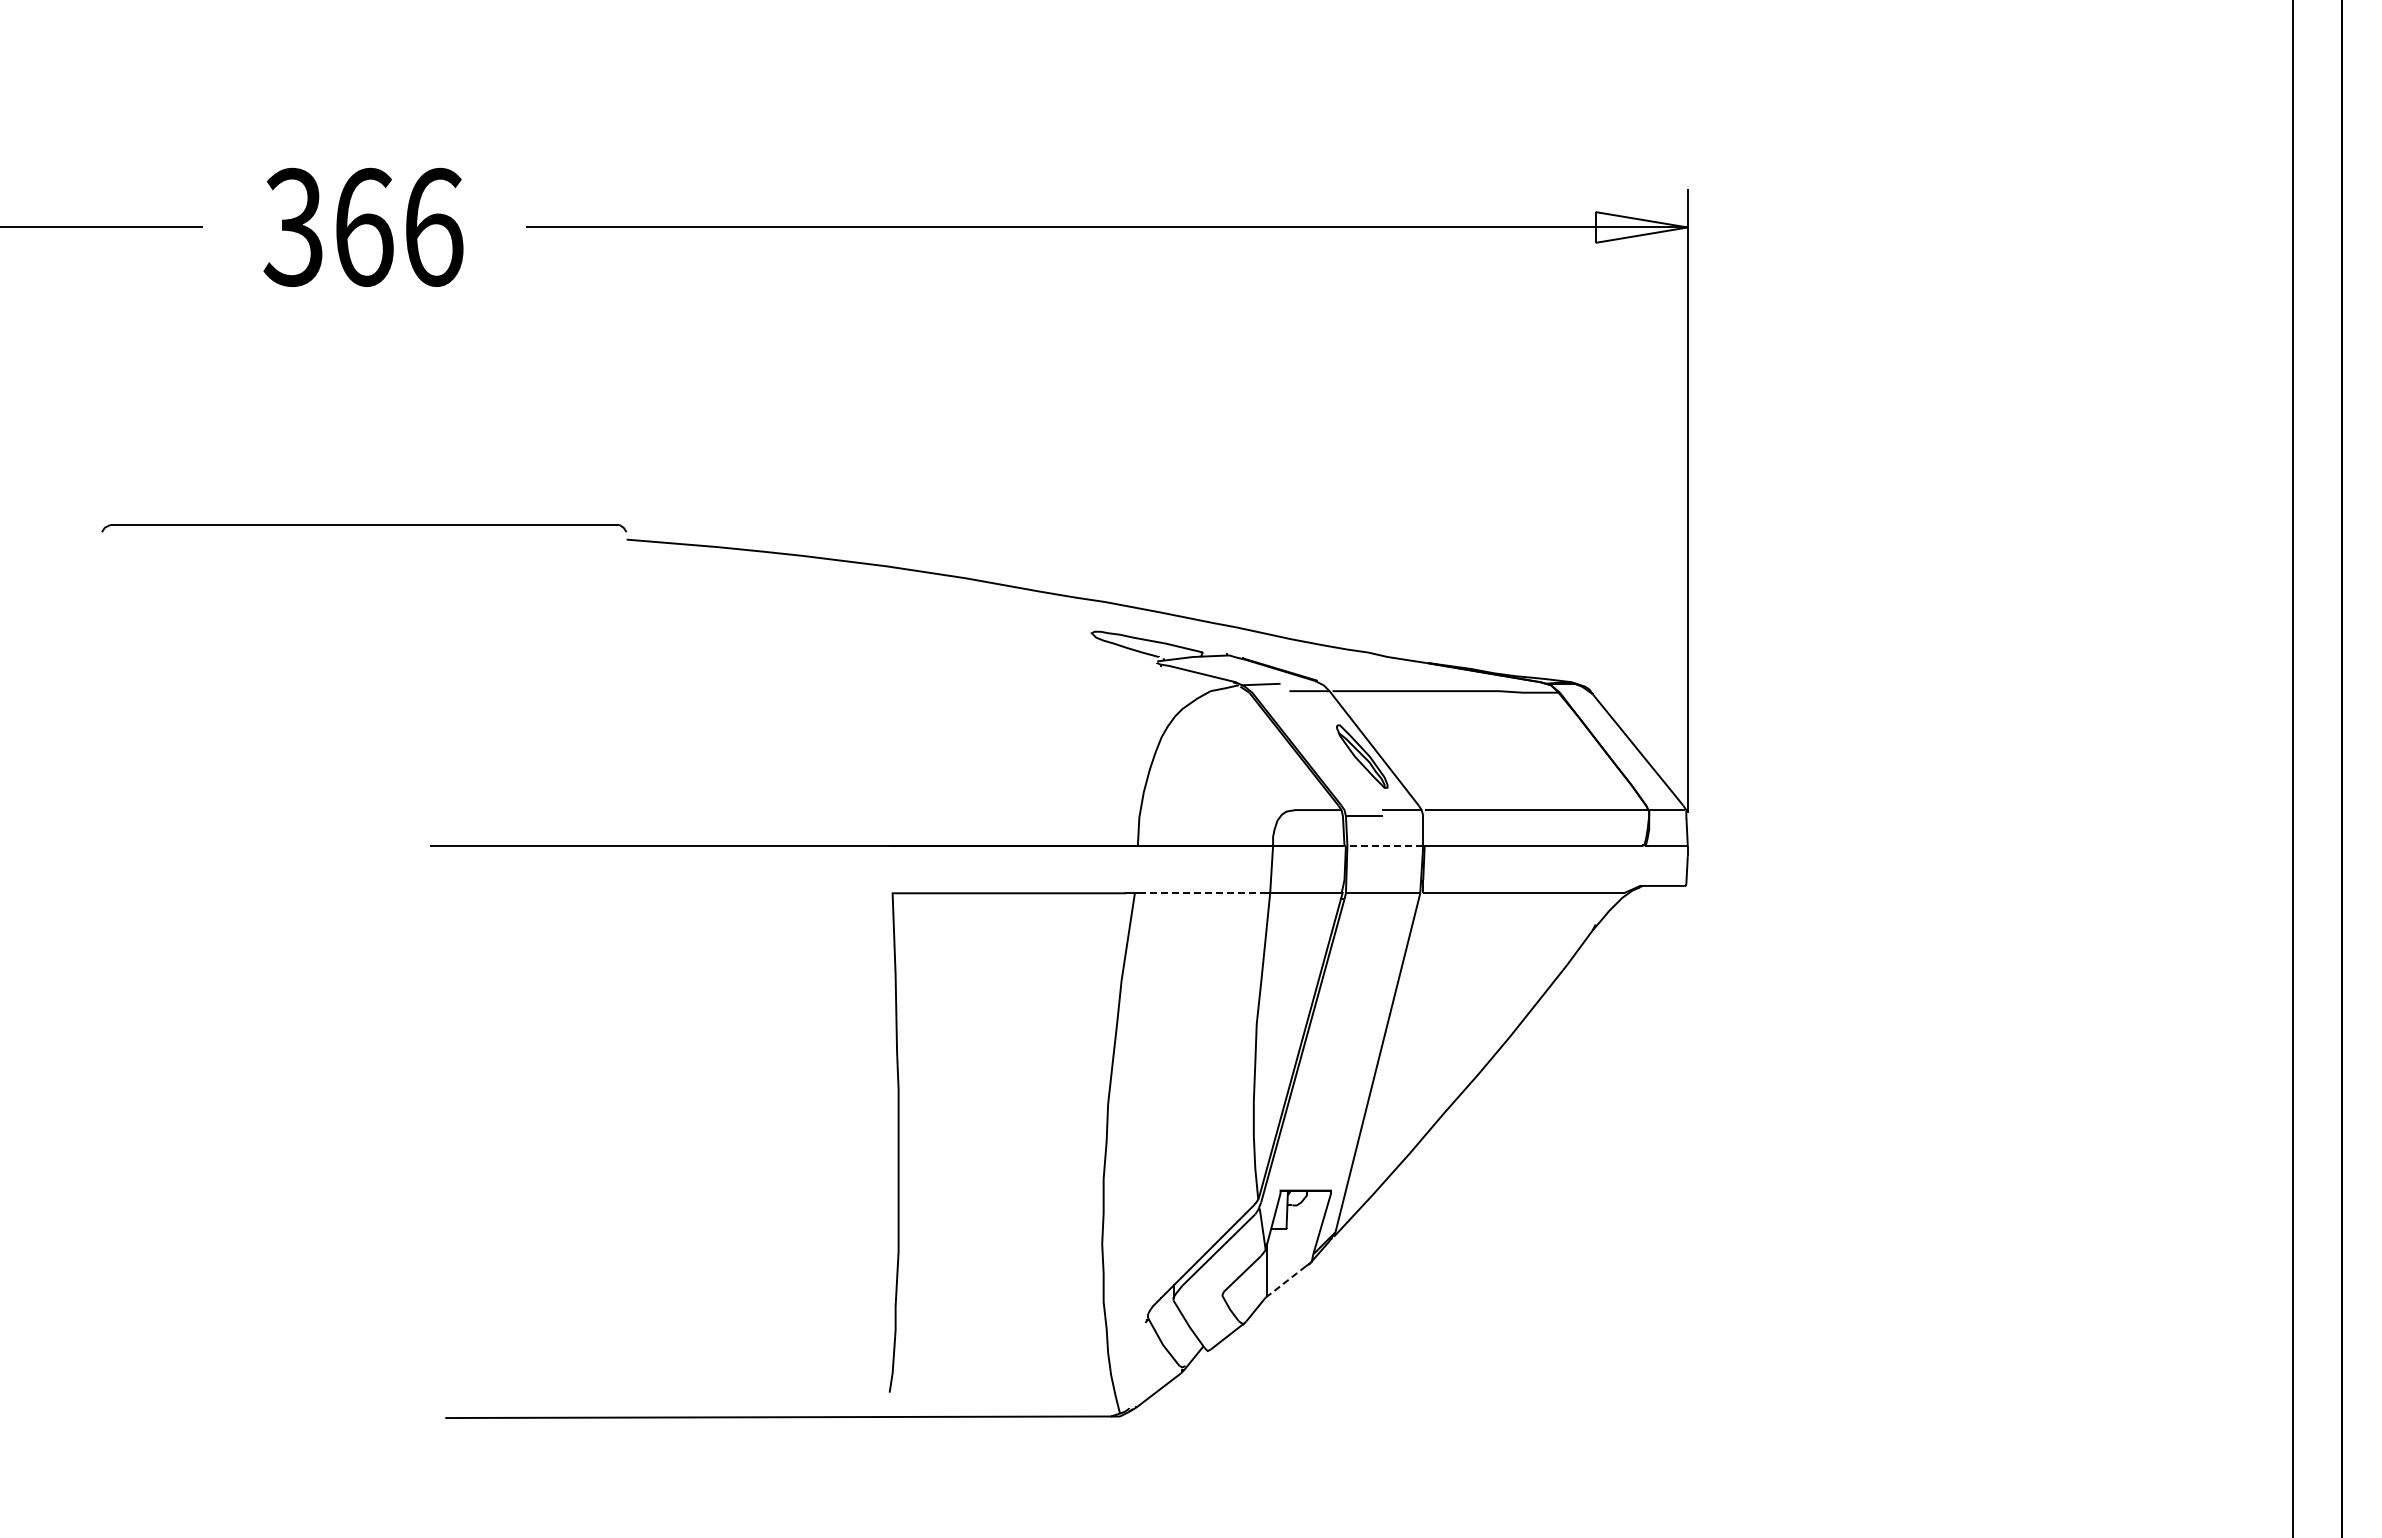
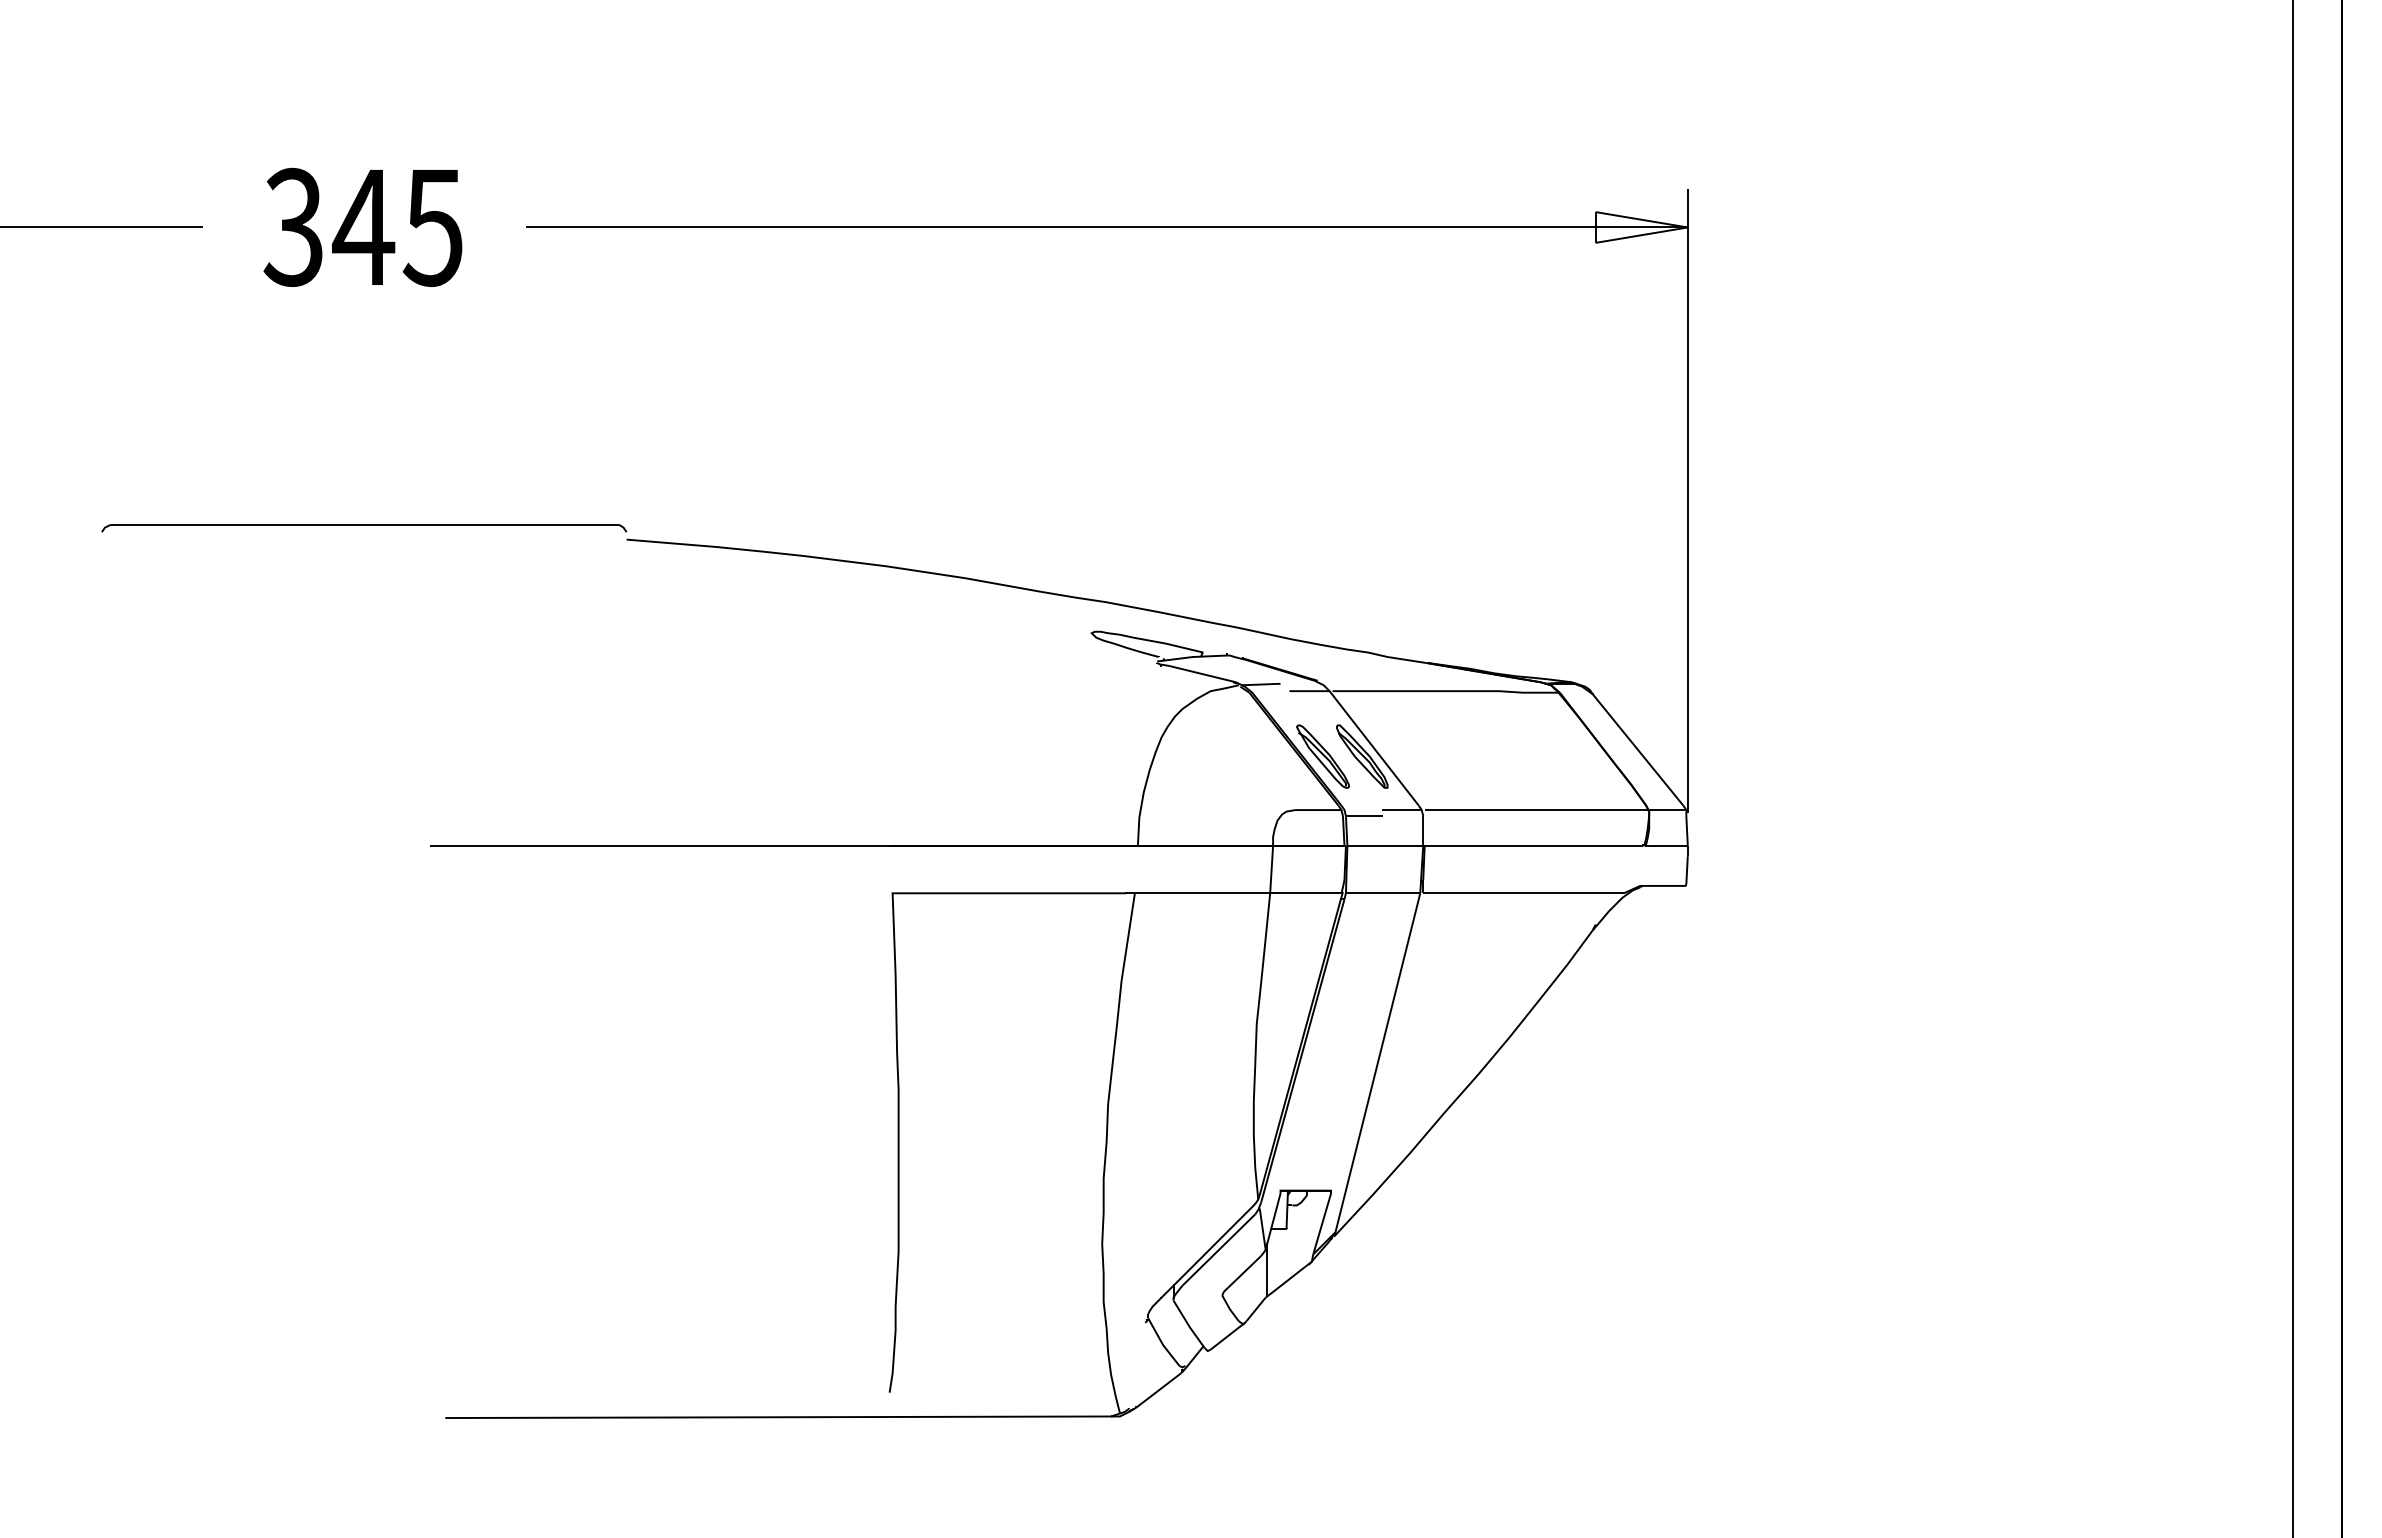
text at (397, 226): 366 -> 345
part at (1322, 756): none -> present
line at (1386, 845): dashed -> solid
line at (1204, 893): dashed -> solid
line at (1285, 1282): dashed -> solid
